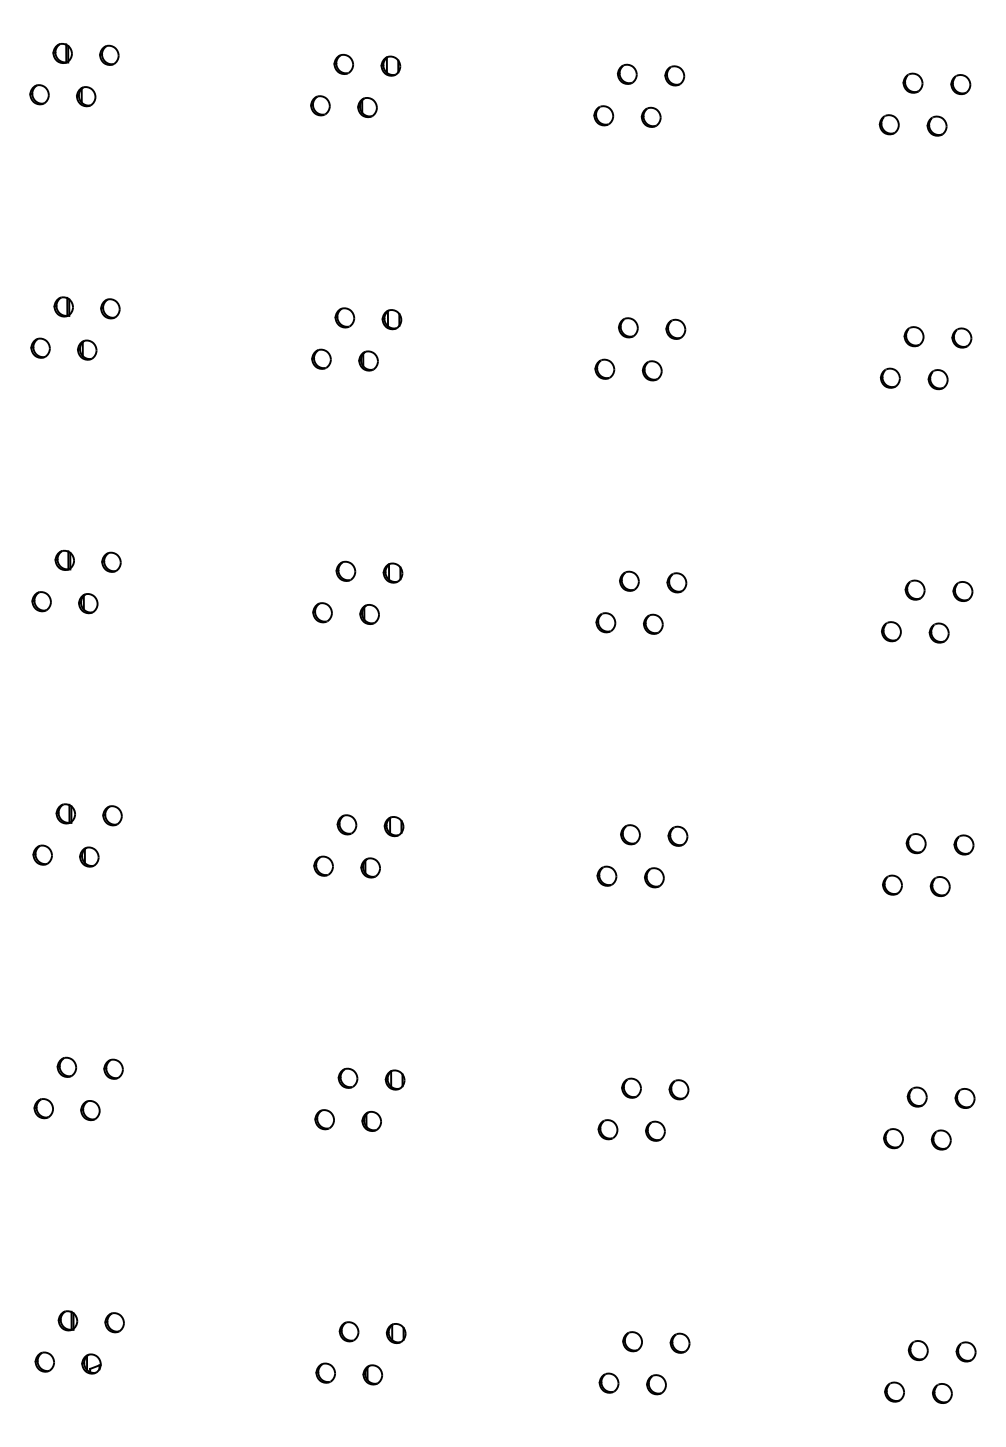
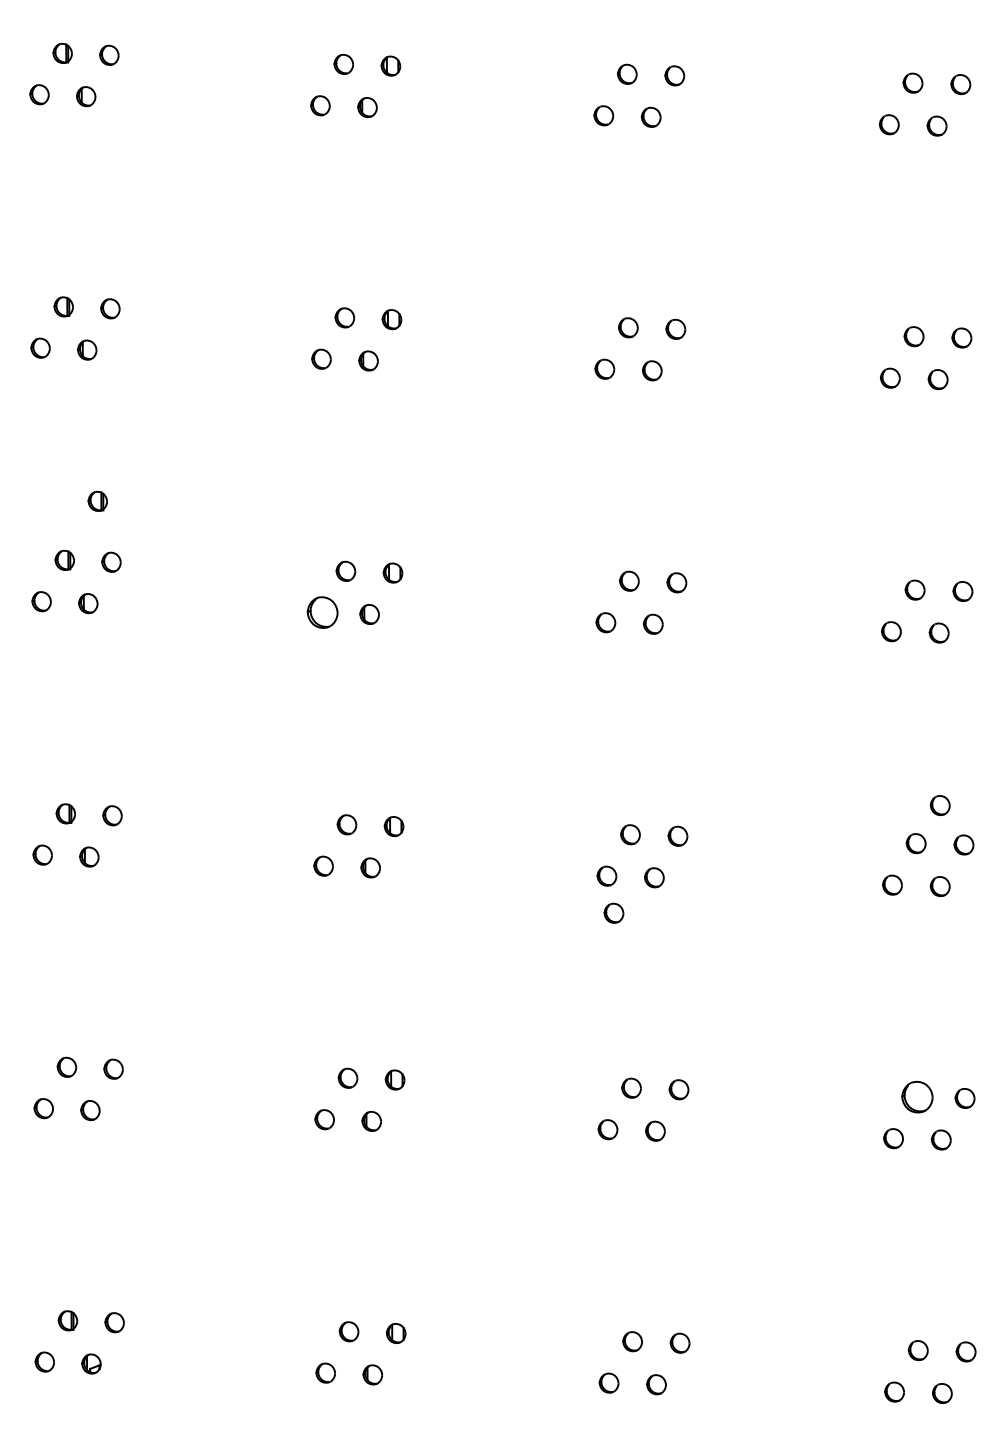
part at (97, 500): none -> present
part at (322, 612) size: 21x22 px -> 33x33 px
part at (939, 805): none -> present
part at (613, 912): none -> present
part at (916, 1096) size: 22x22 px -> 33x34 px
